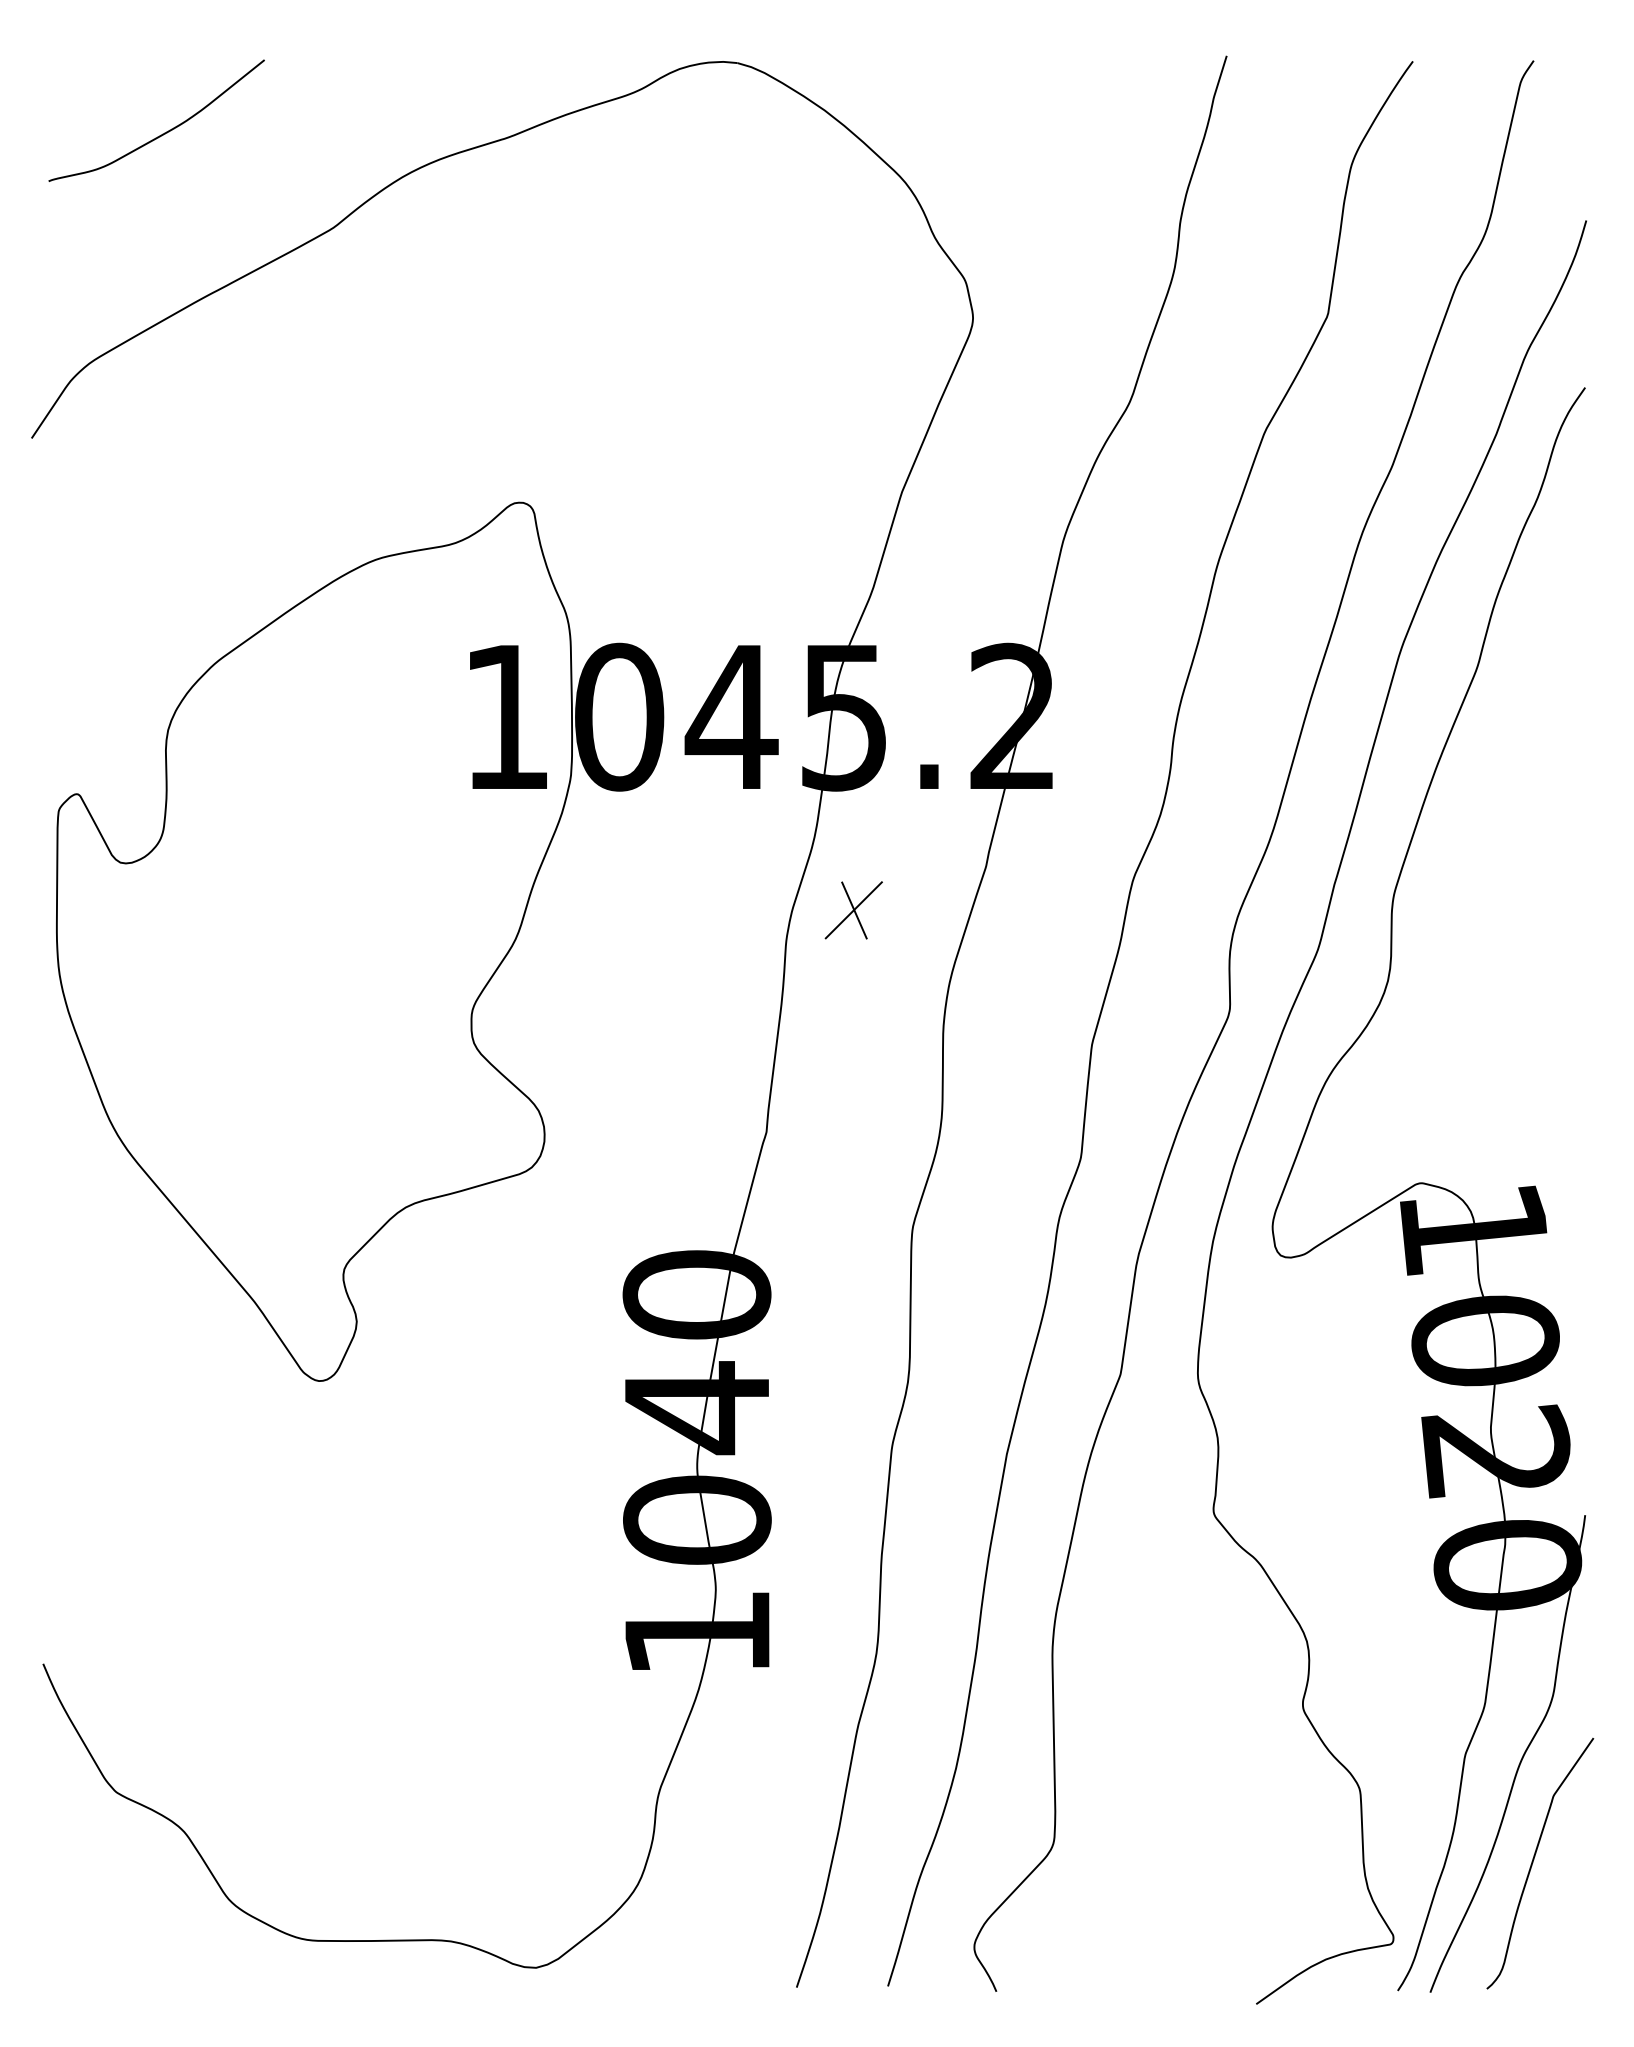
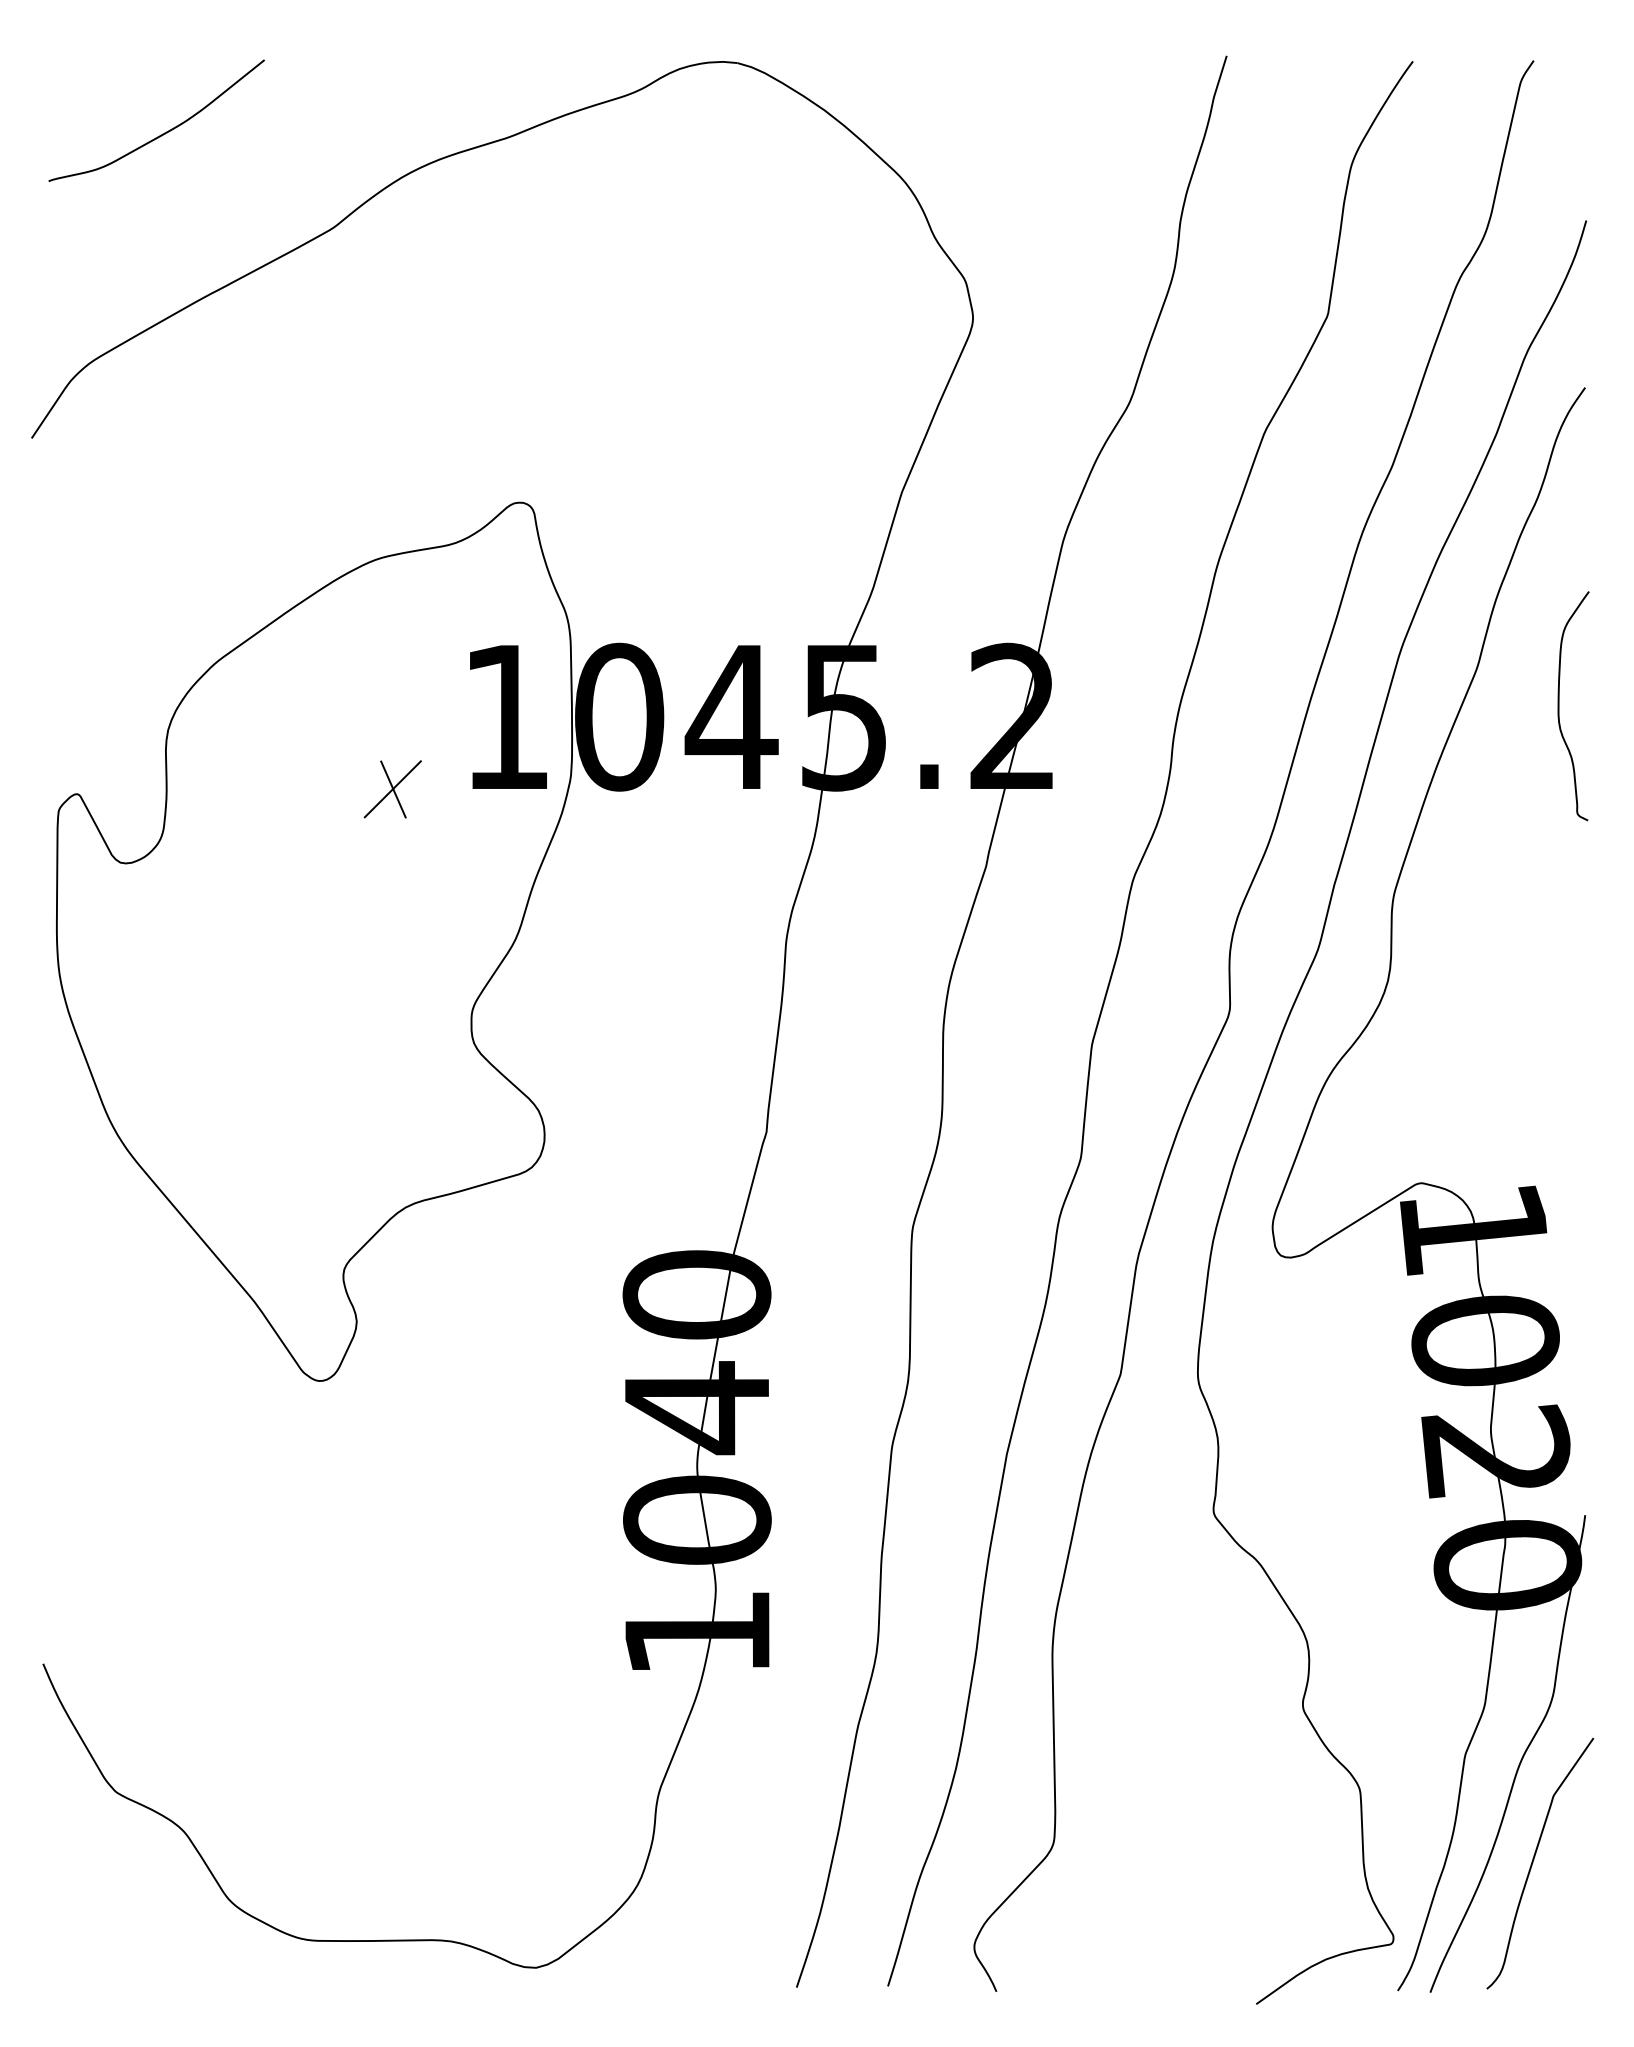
curve at (1559, 706): none -> present
part at (853, 910) position: (853, 910) -> (392, 789)
